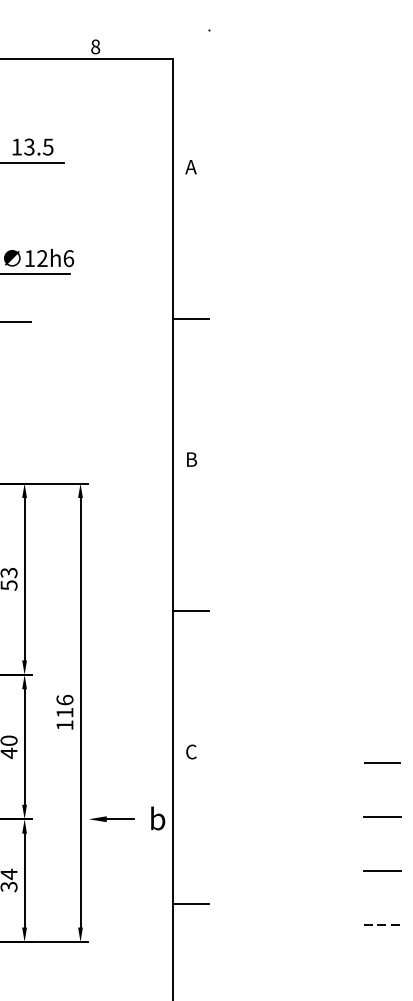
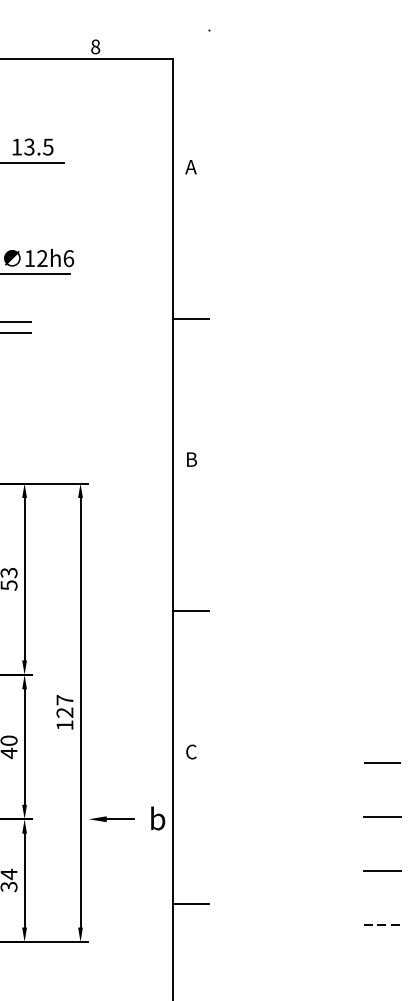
line at (16, 333): none -> present
text at (64, 705): 116 -> 127
